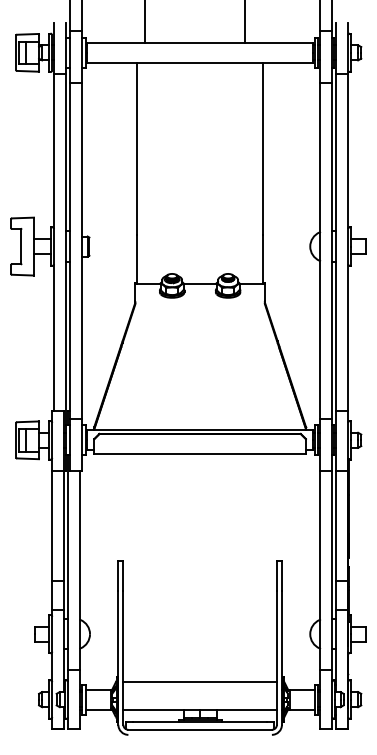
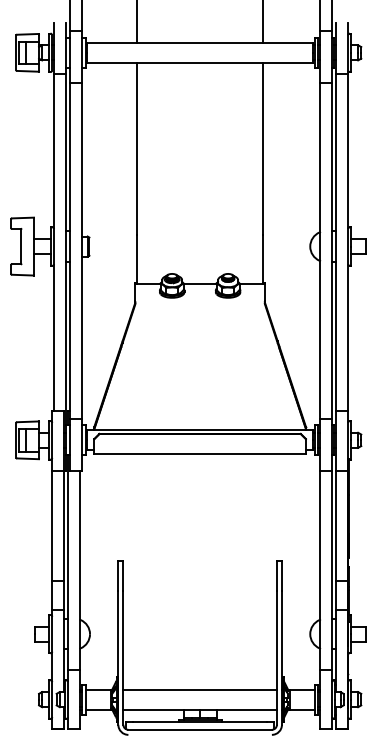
line at (145, 22) position: (145, 22) -> (137, 22)
line at (245, 22) position: (245, 22) -> (263, 22)
line at (199, 681) position: (199, 681) -> (199, 689)
